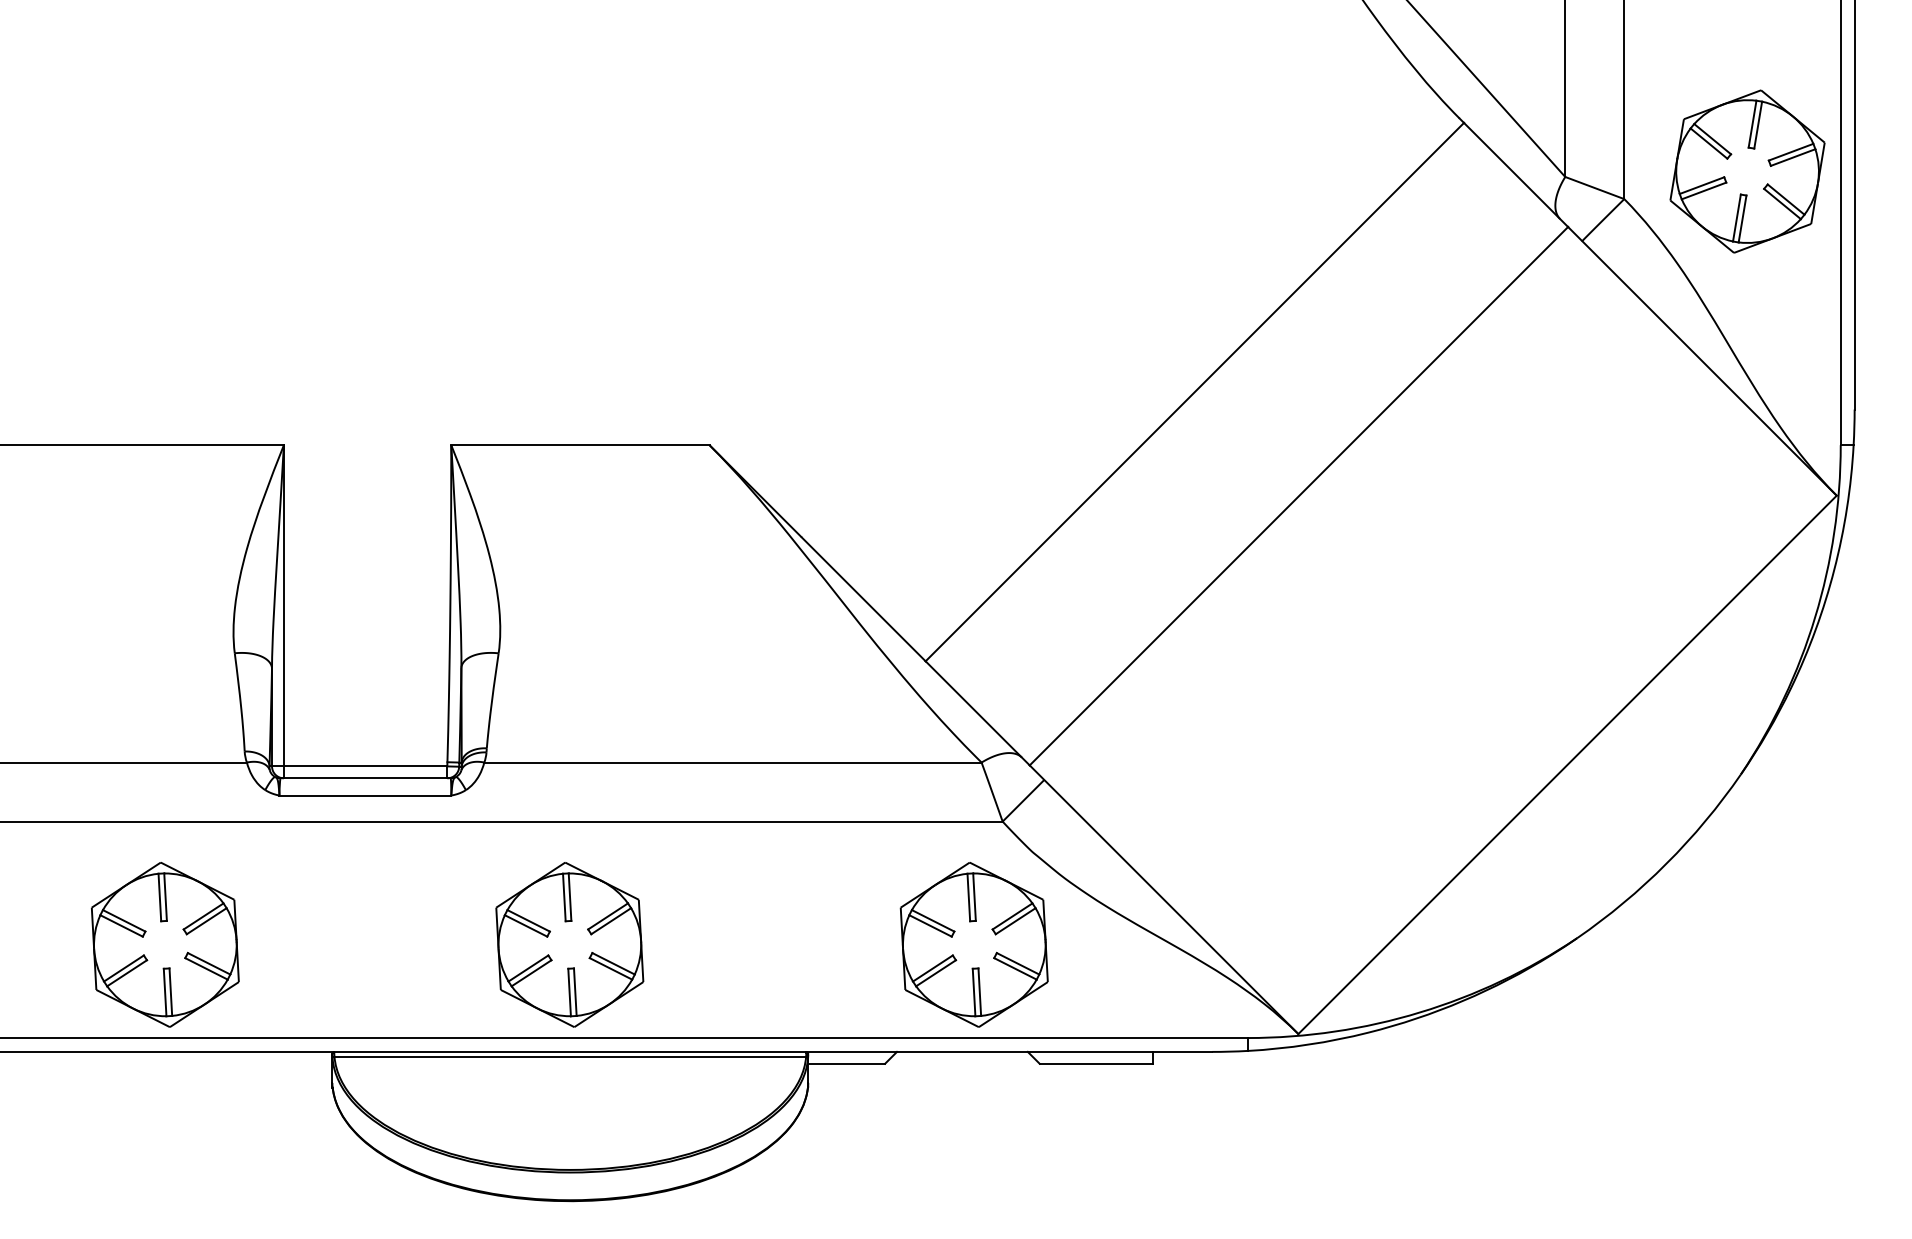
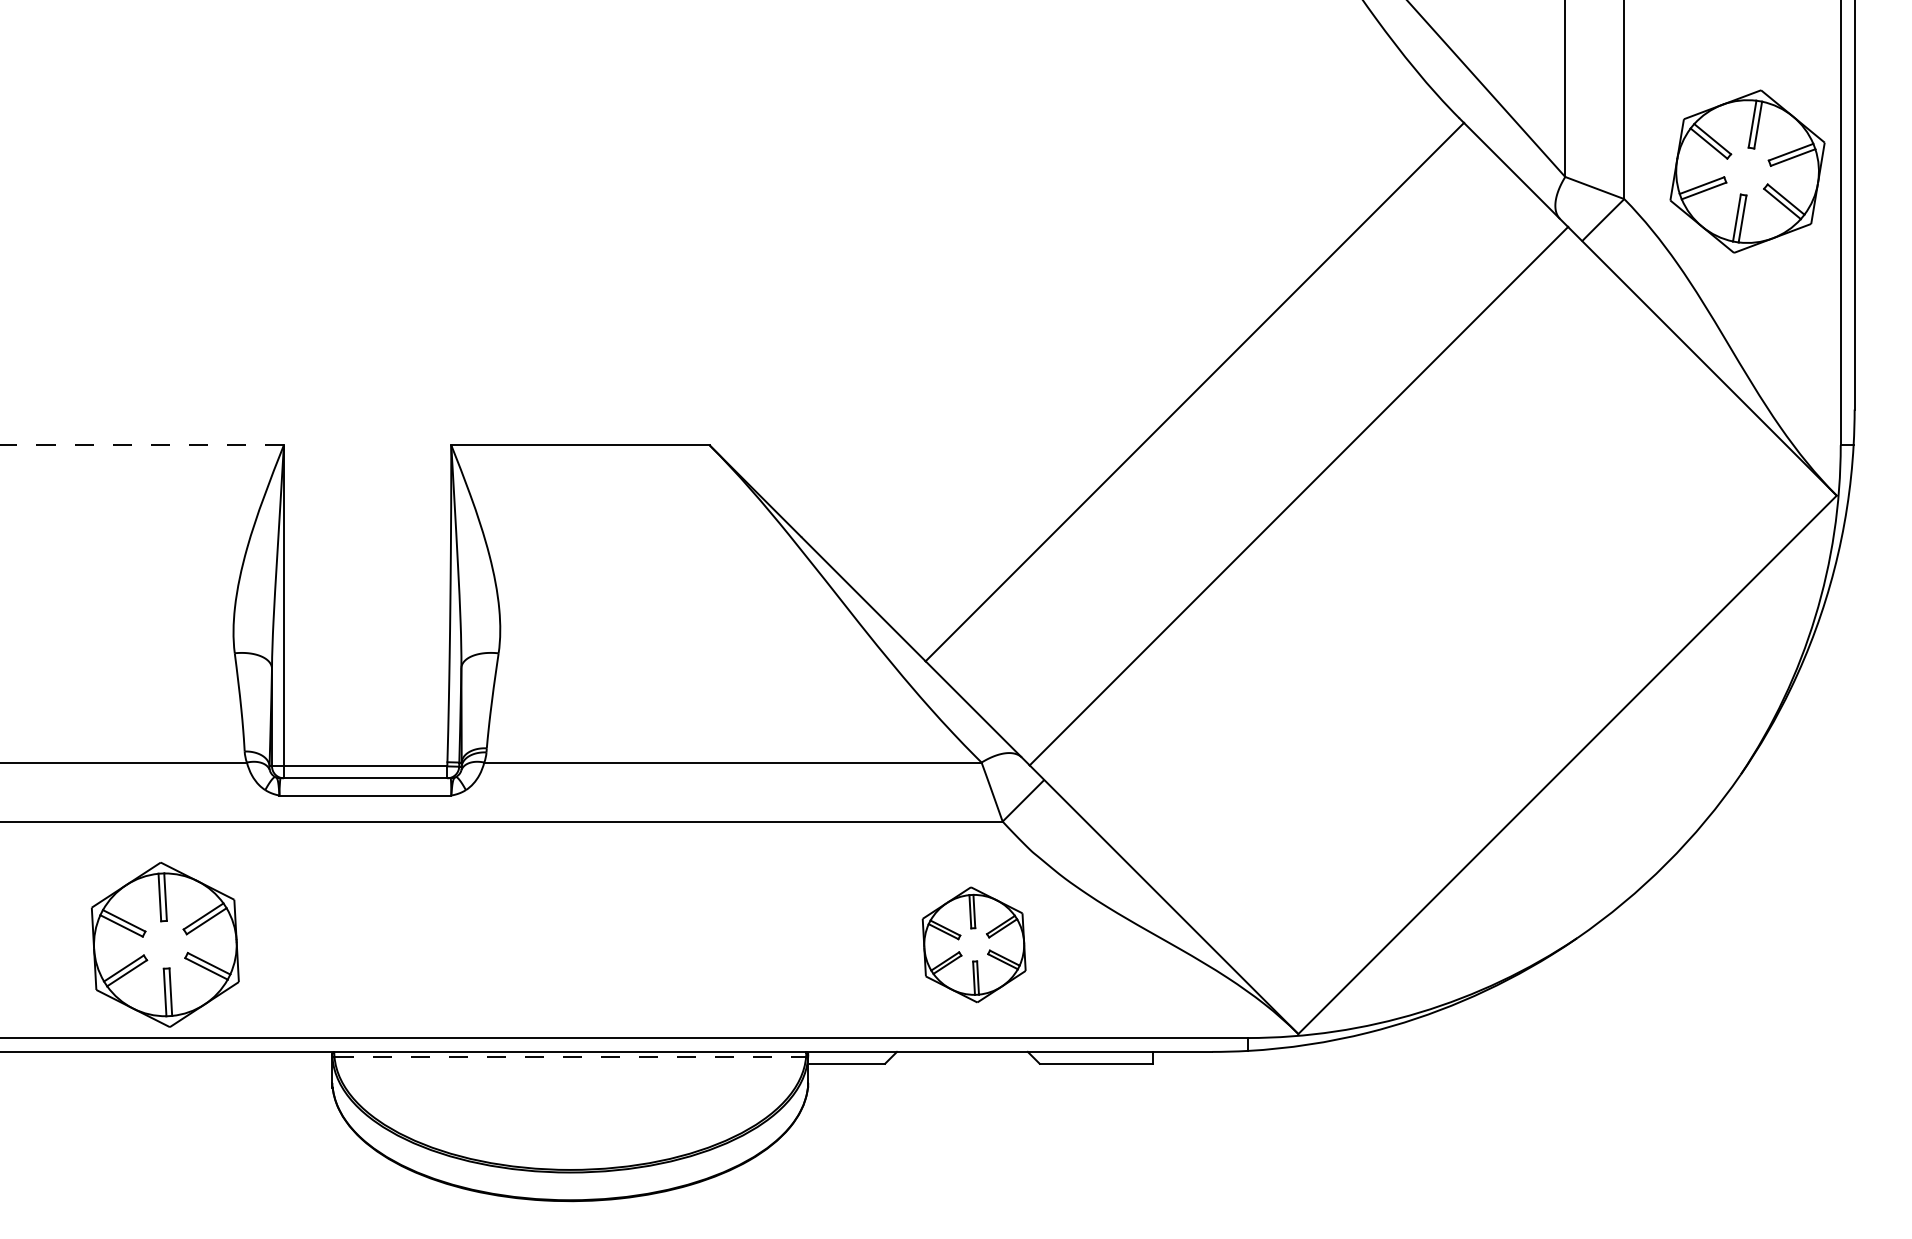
line at (142, 445): solid -> dashed
part at (569, 944): present -> none
part at (973, 944) size: 150x166 px -> 106x118 px
line at (570, 1056): solid -> dashed
